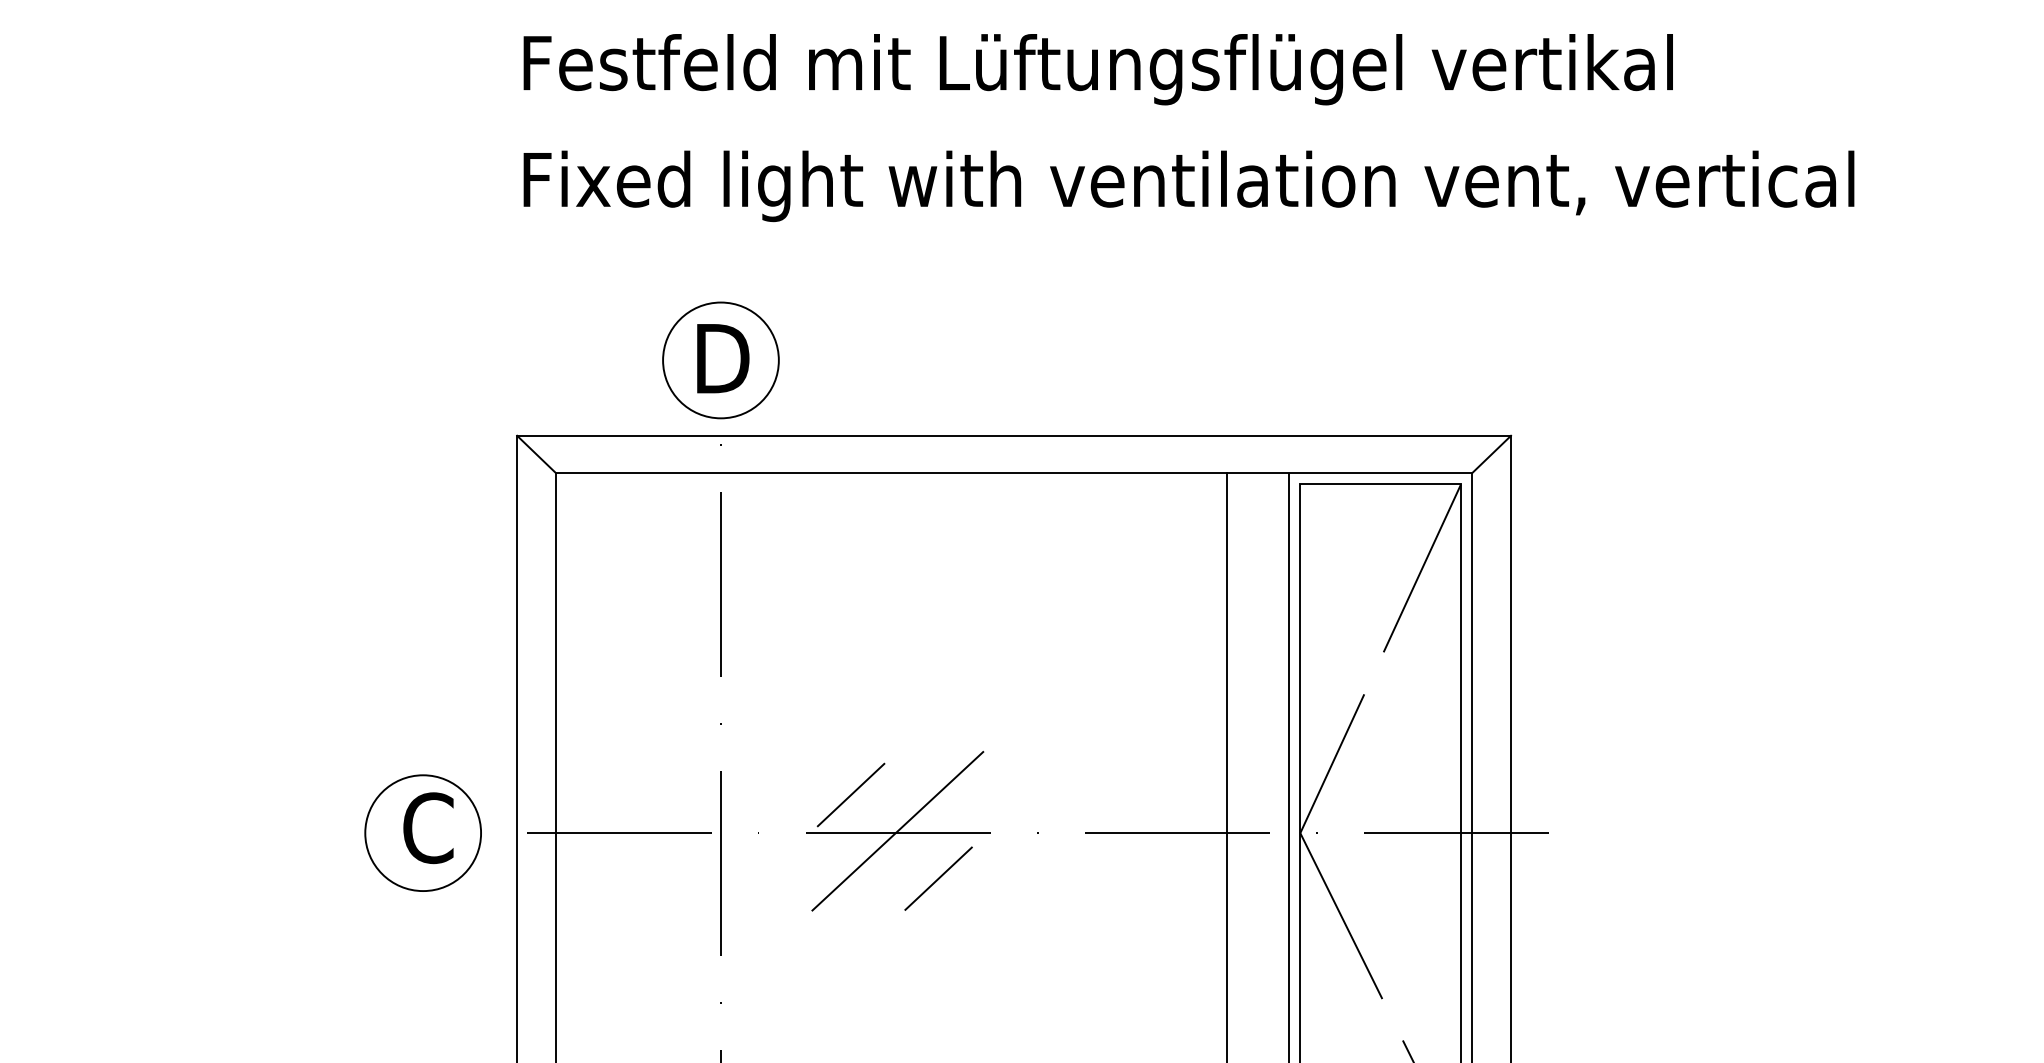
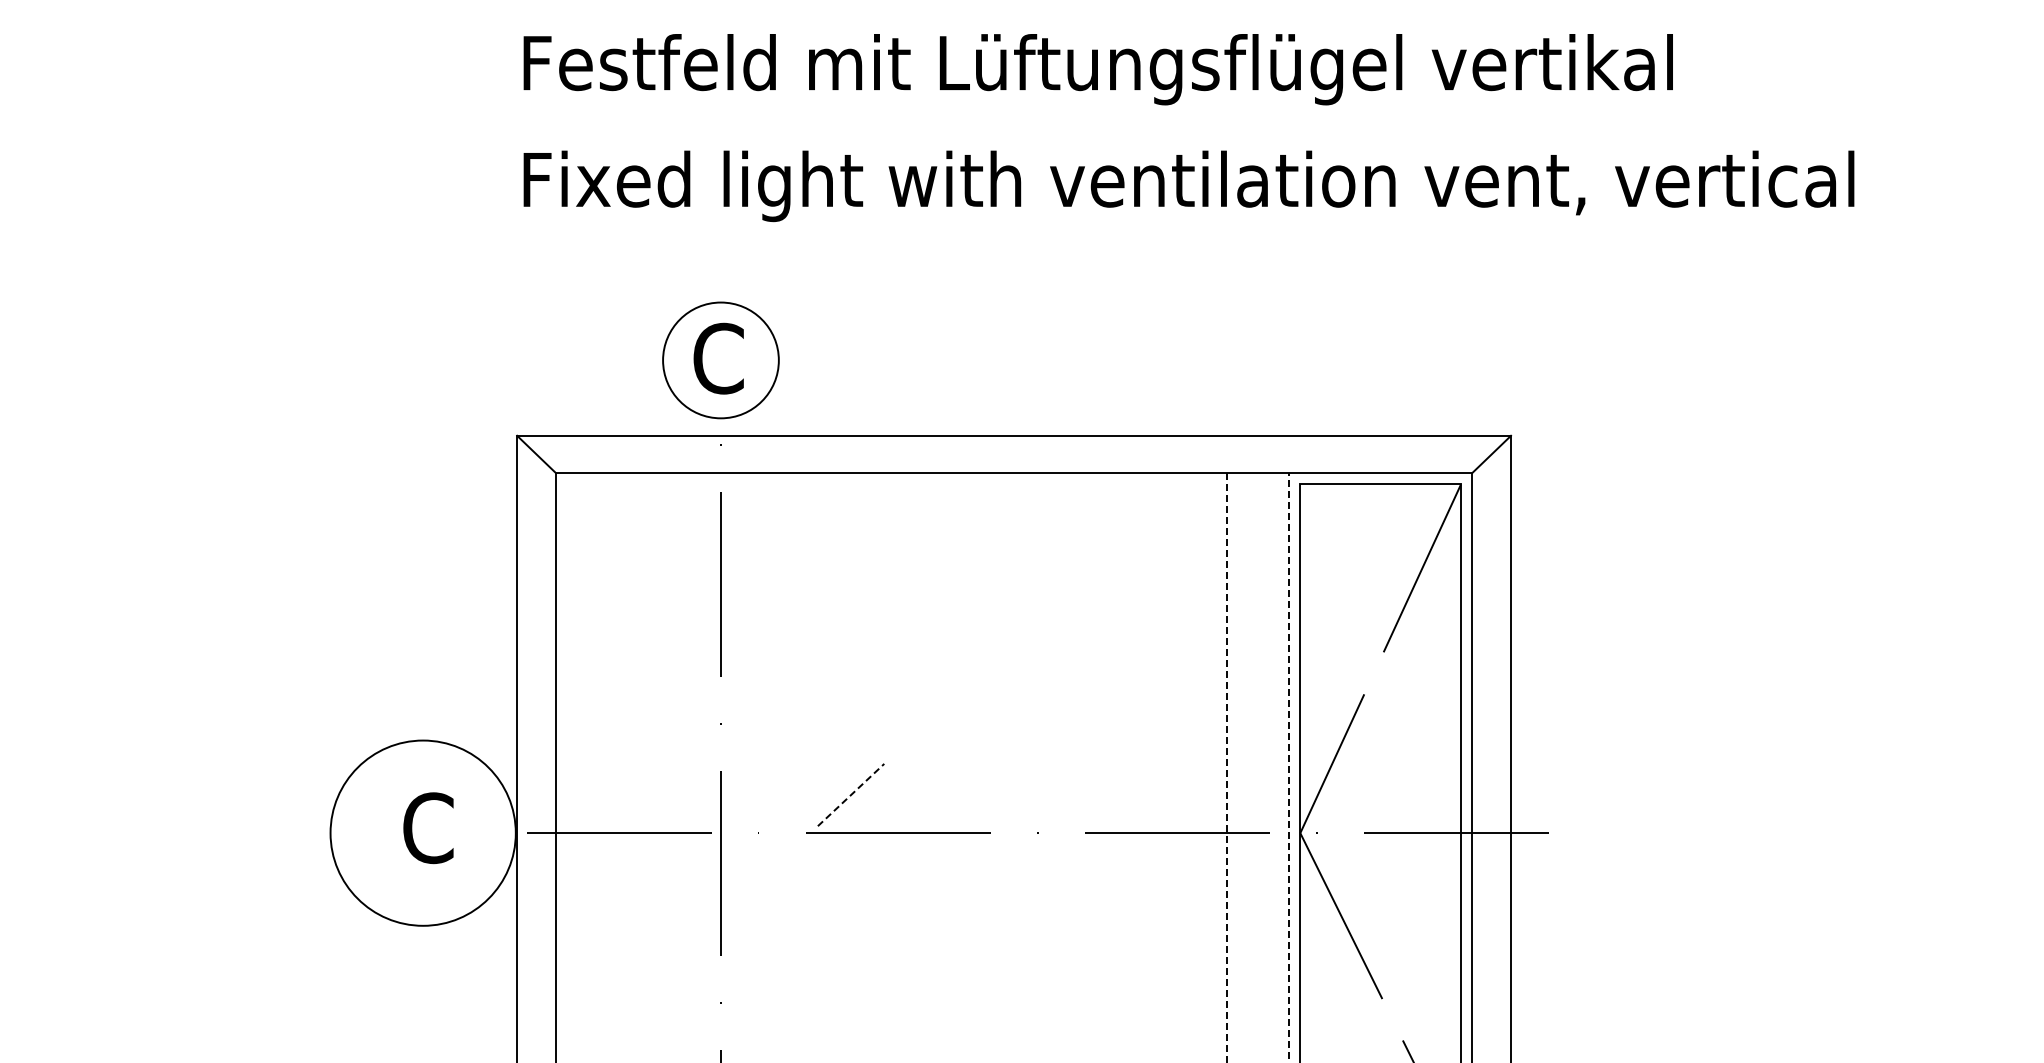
text at (721, 358): D -> C
line at (1226, 767): solid -> dashed
line at (1288, 767): solid -> dashed
line at (851, 795): solid -> dashed
line at (897, 831): present -> none
circle at (423, 833) diameter: 116 px -> 185 px
line at (938, 878): present -> none
